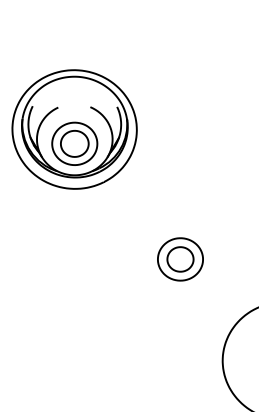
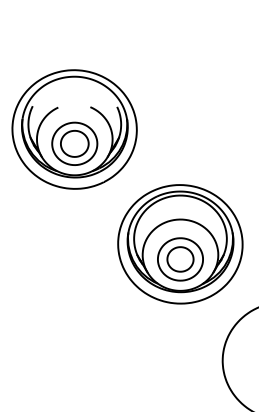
part at (180, 244): none -> present
